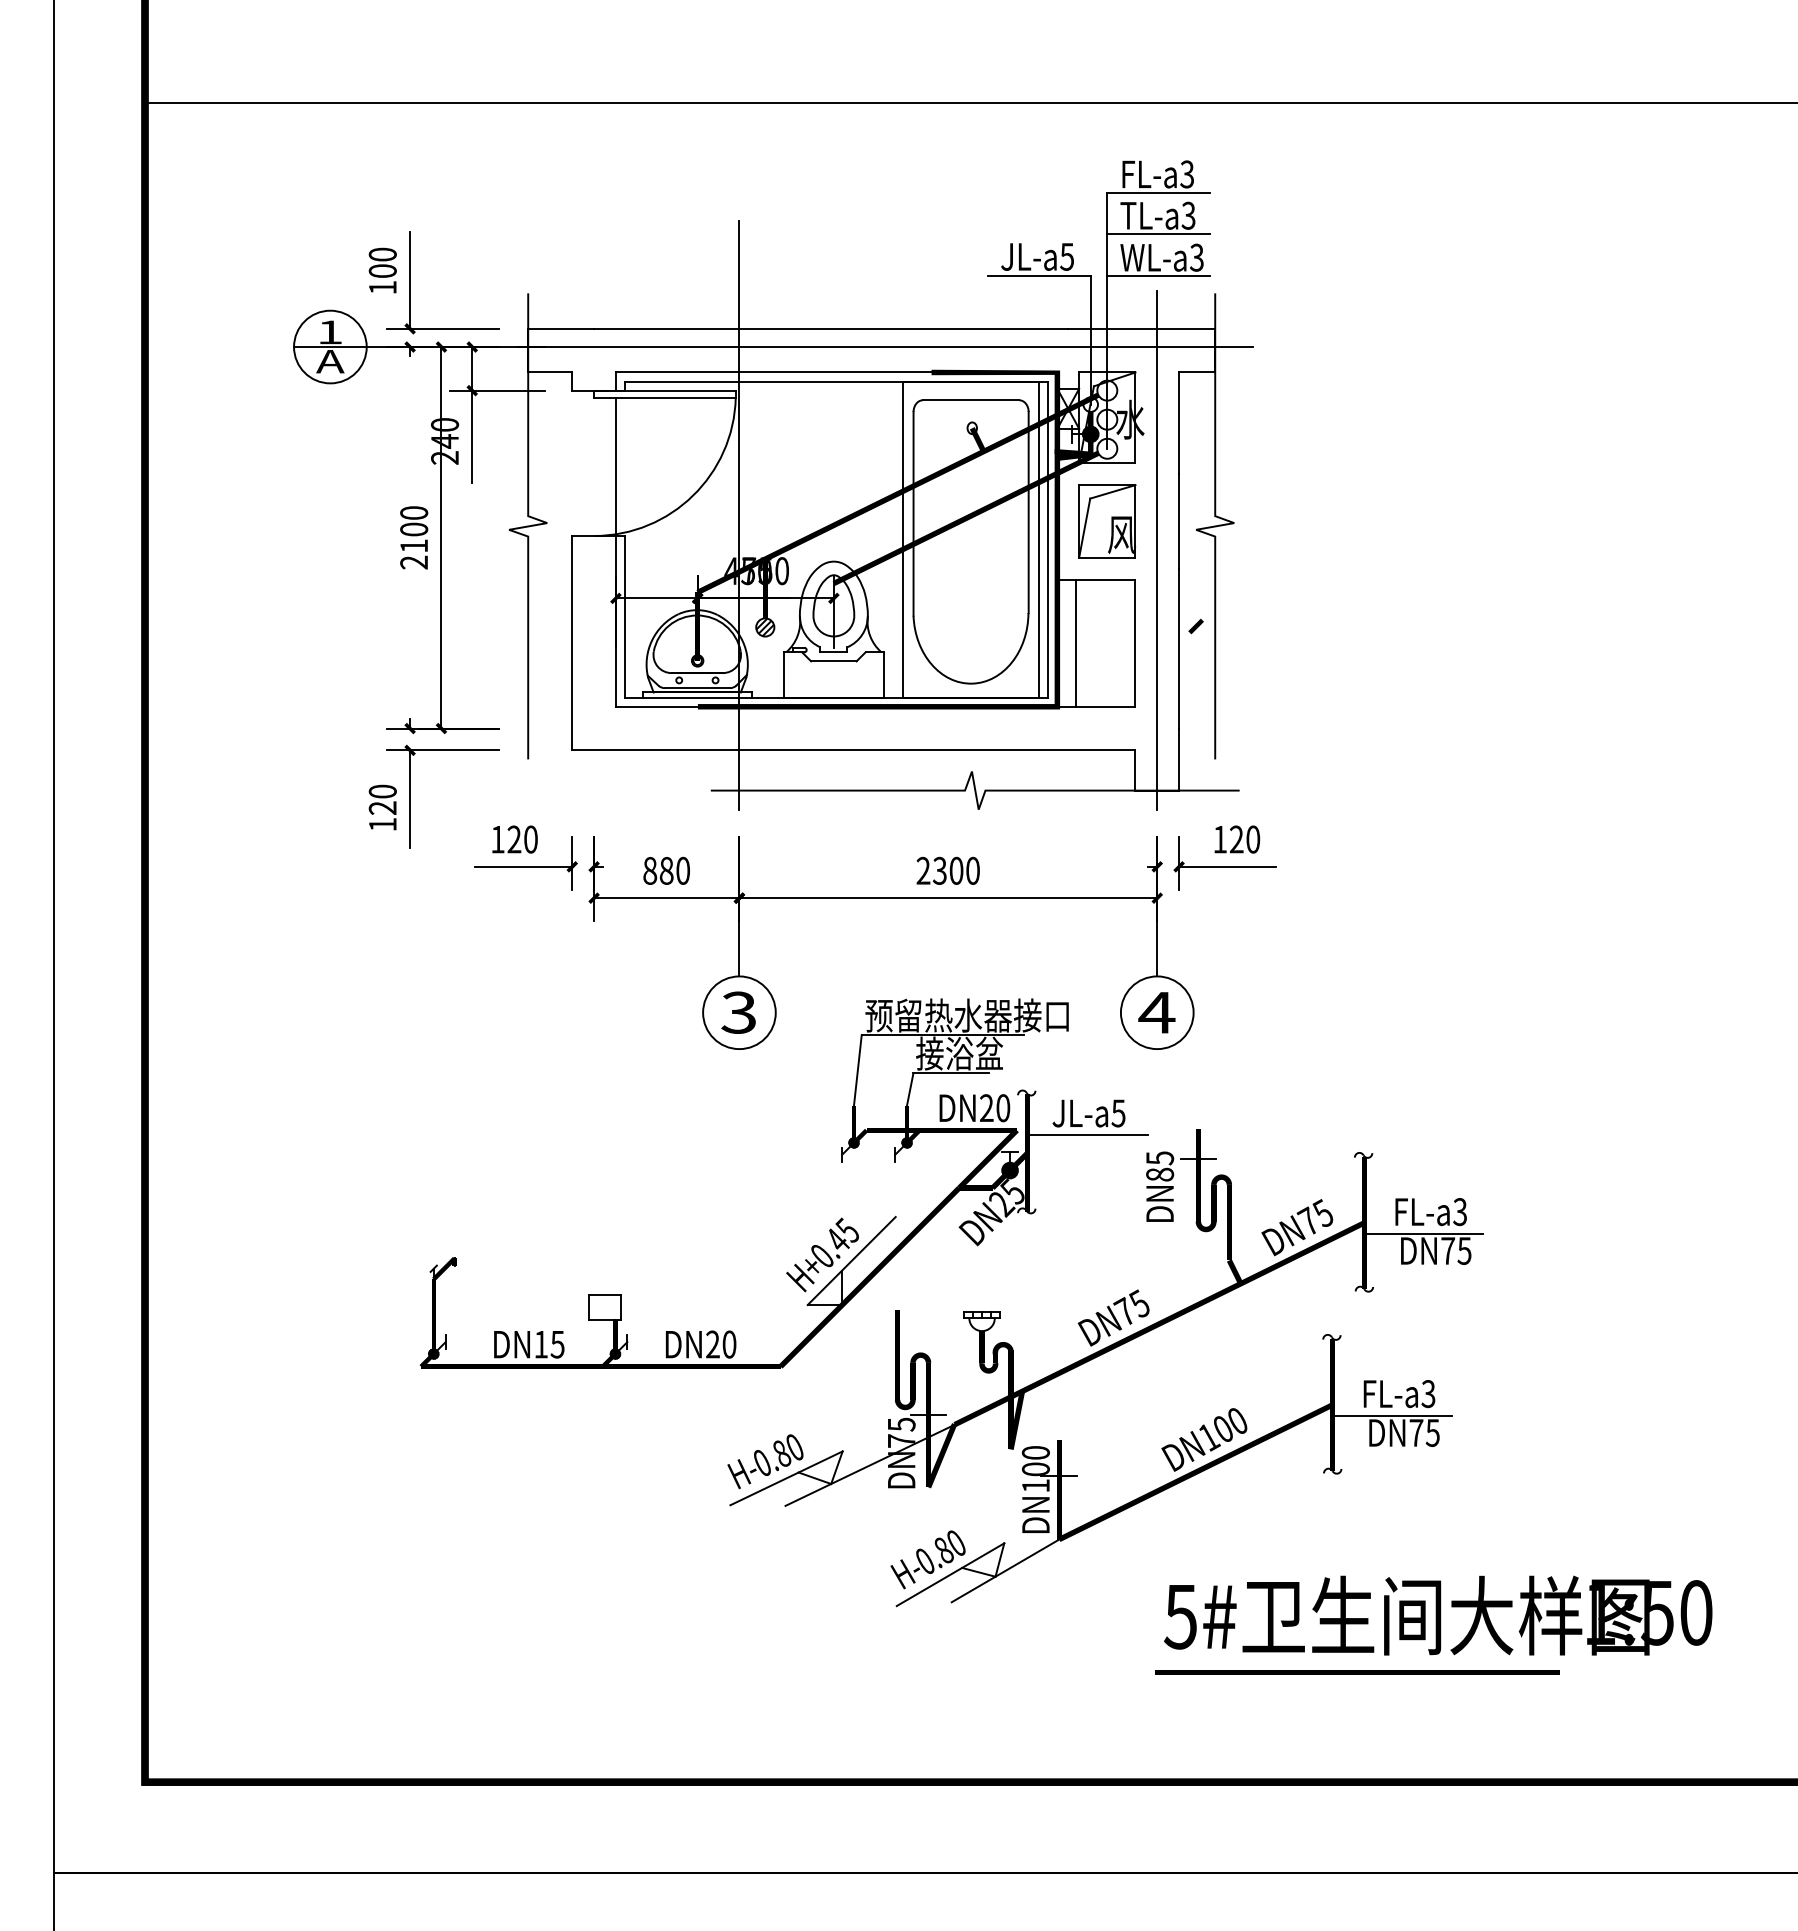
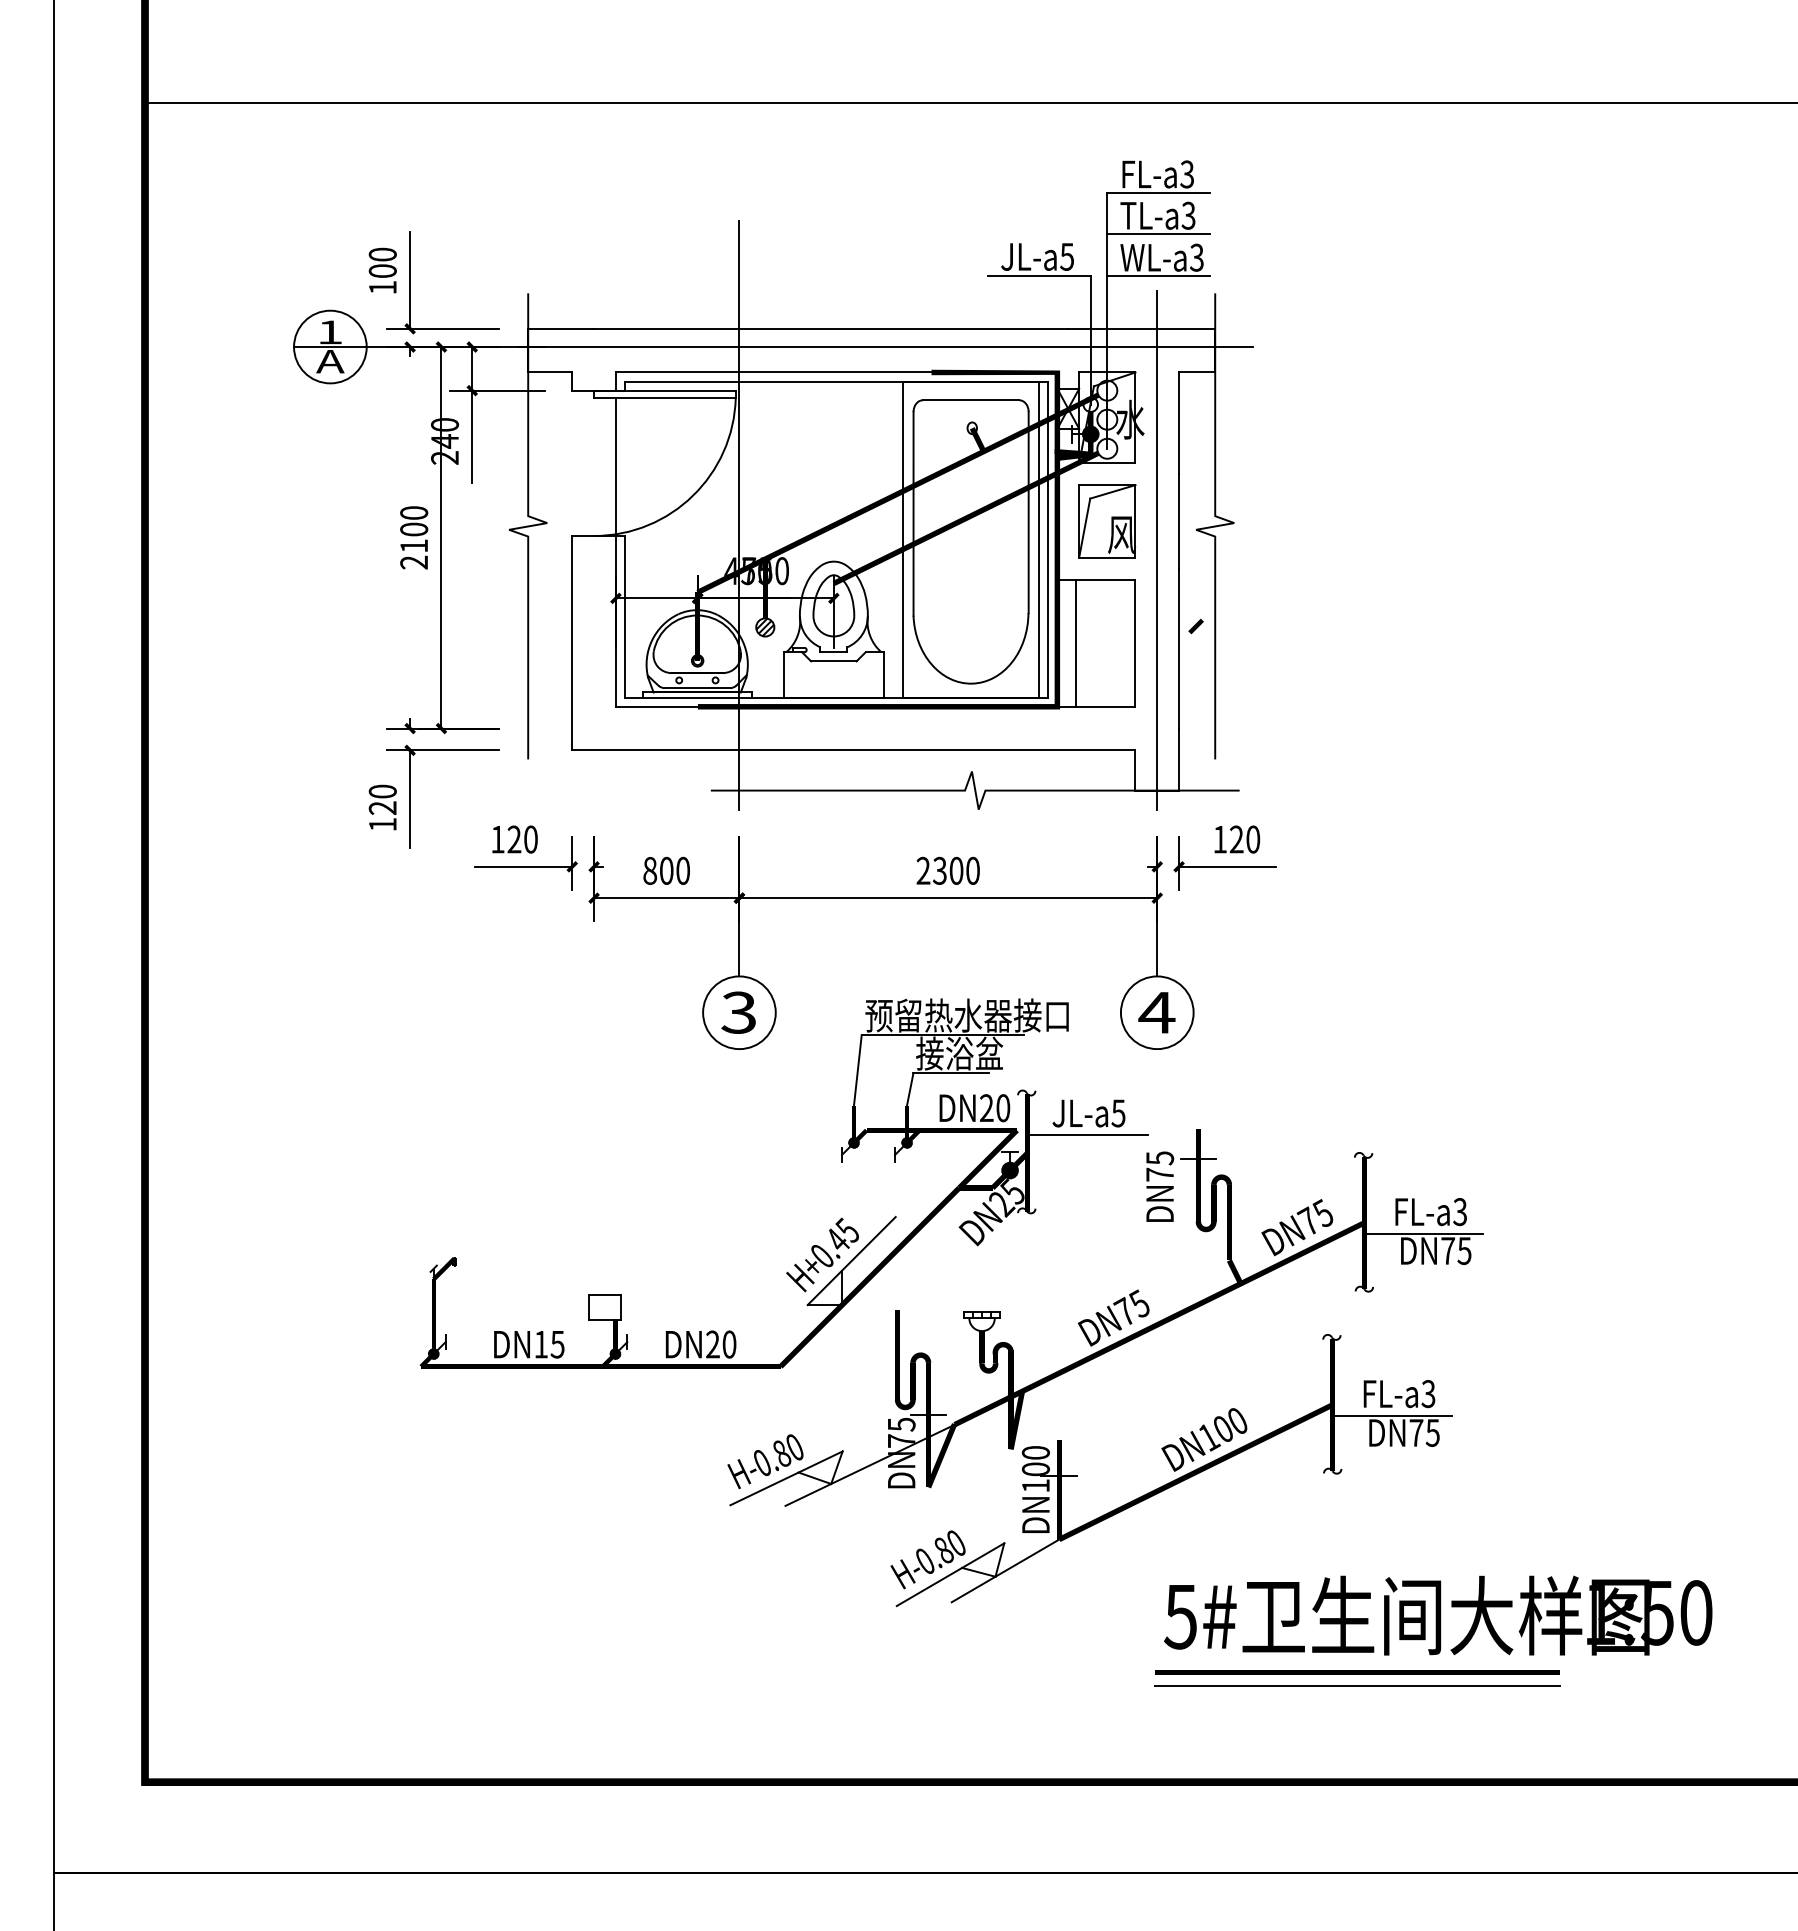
text at (666, 870): 880 -> 800
text at (1160, 1174): DN85 -> DN75
line at (1356, 1686): none -> present
